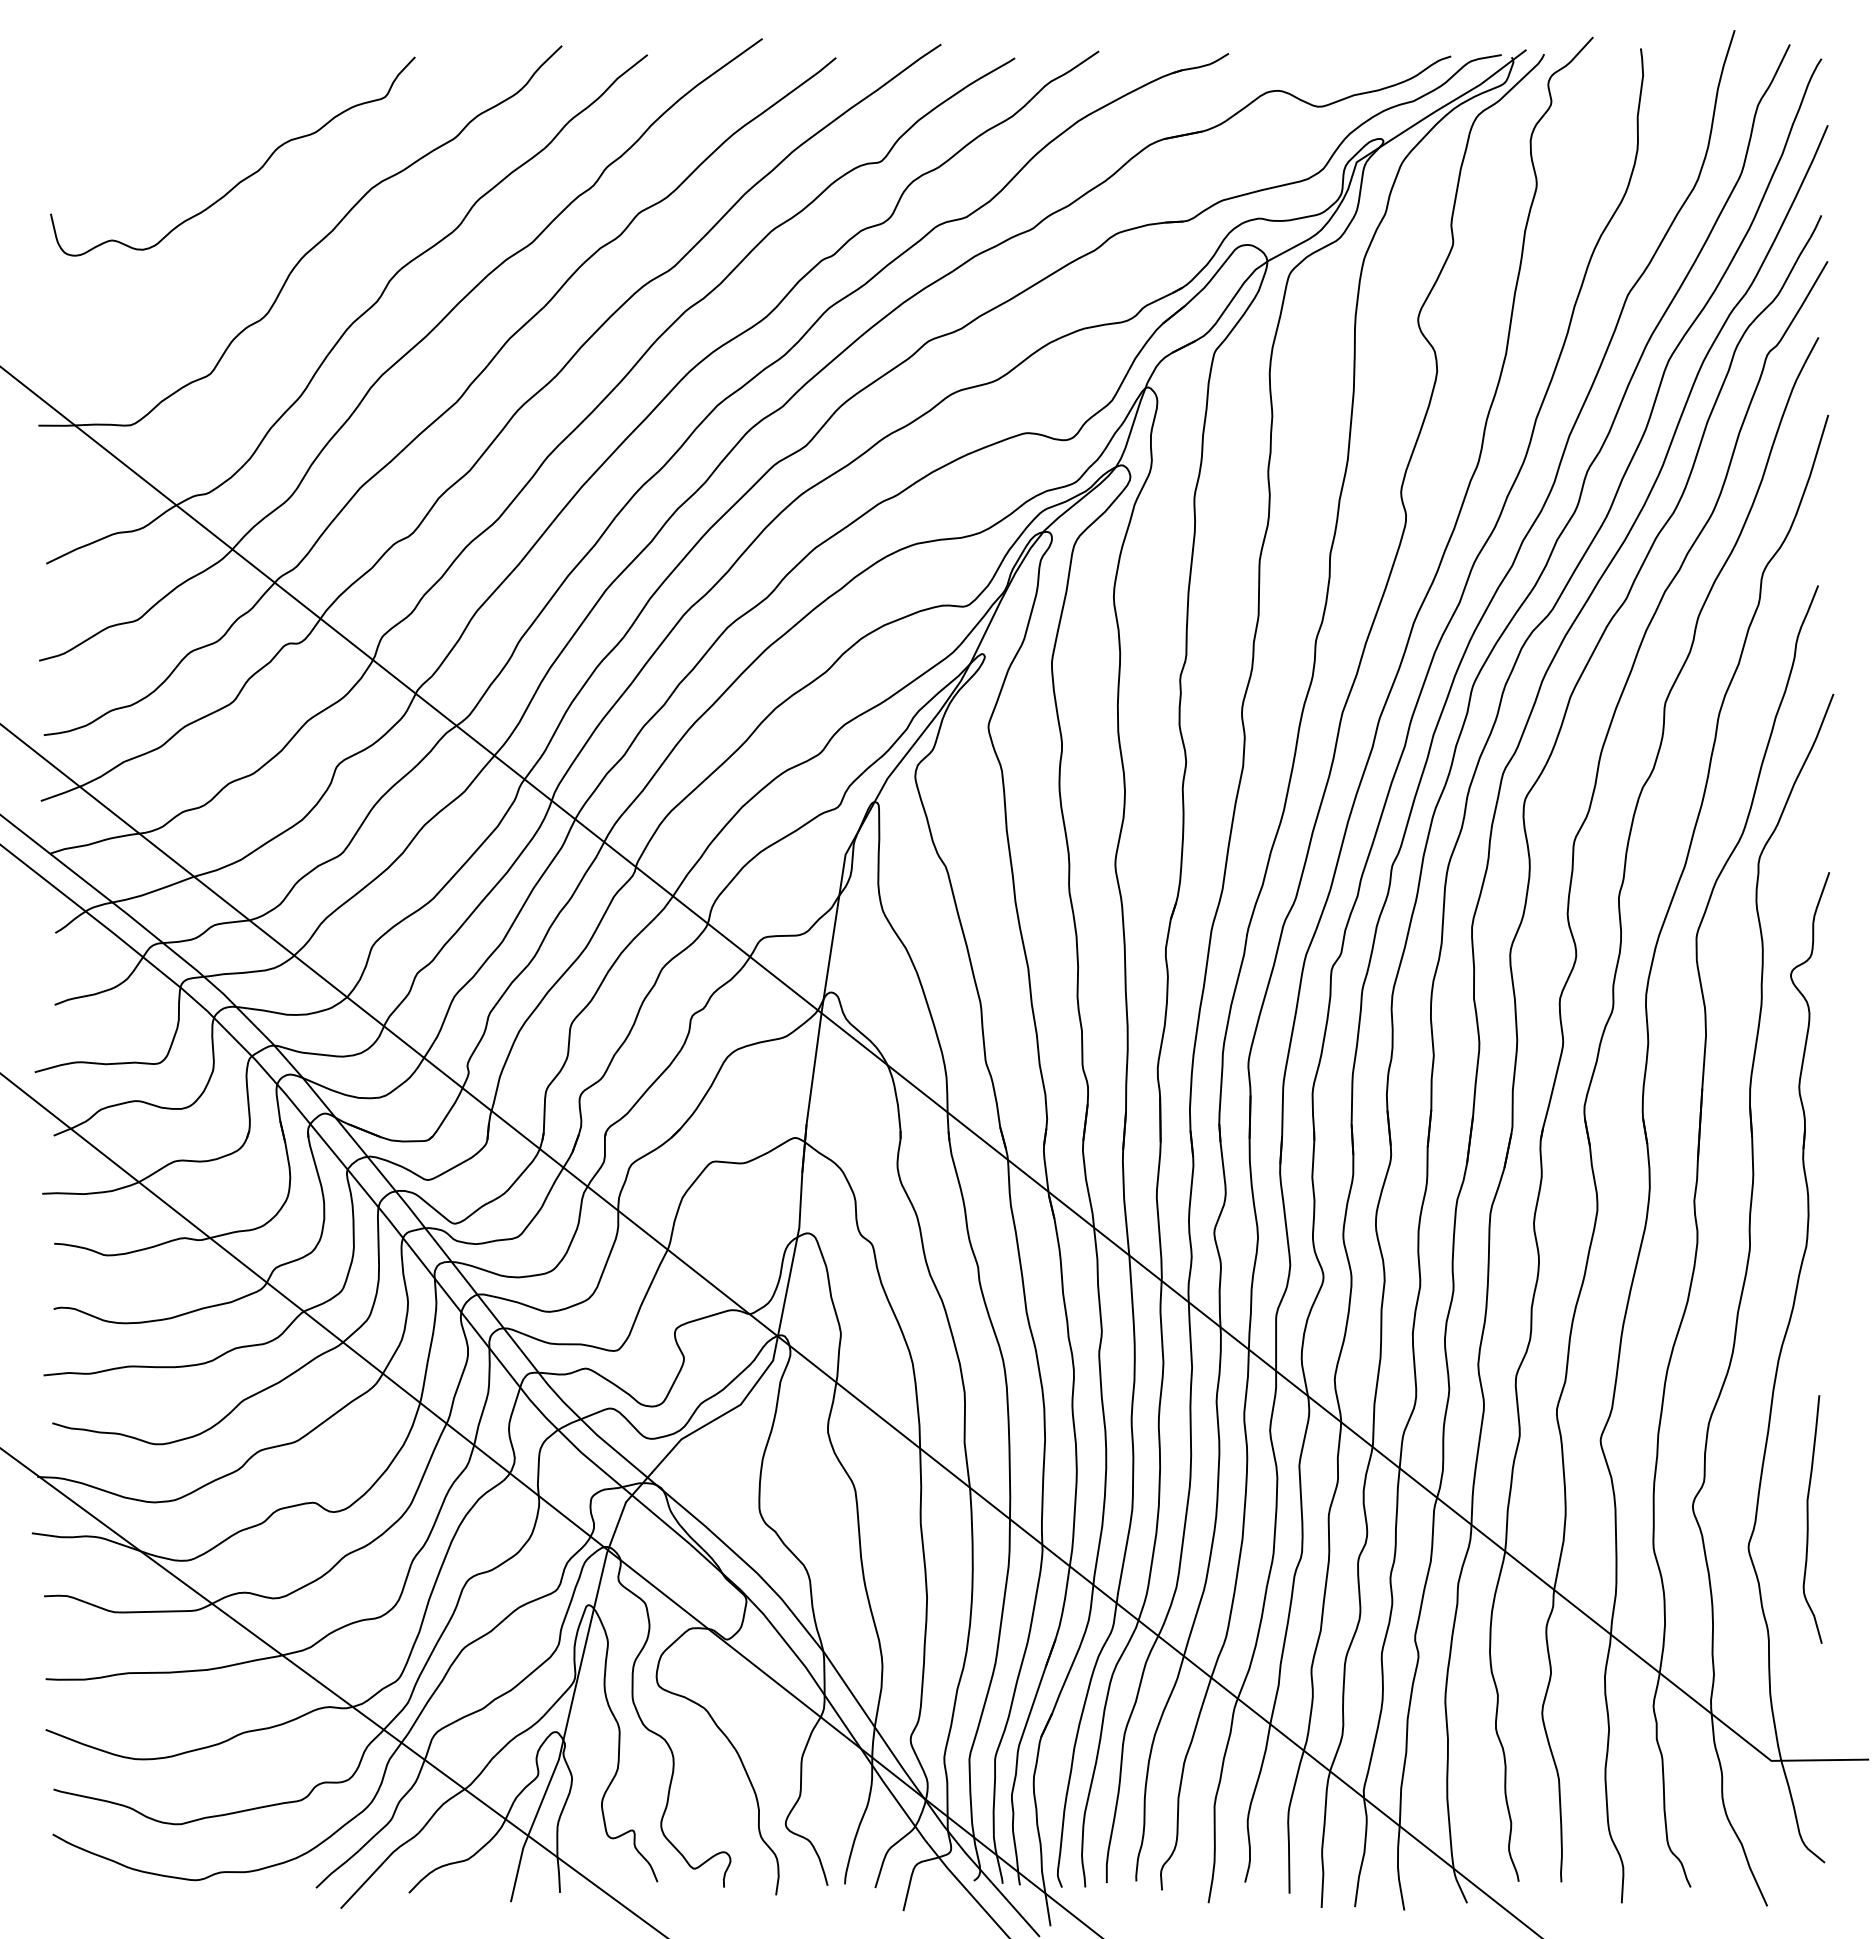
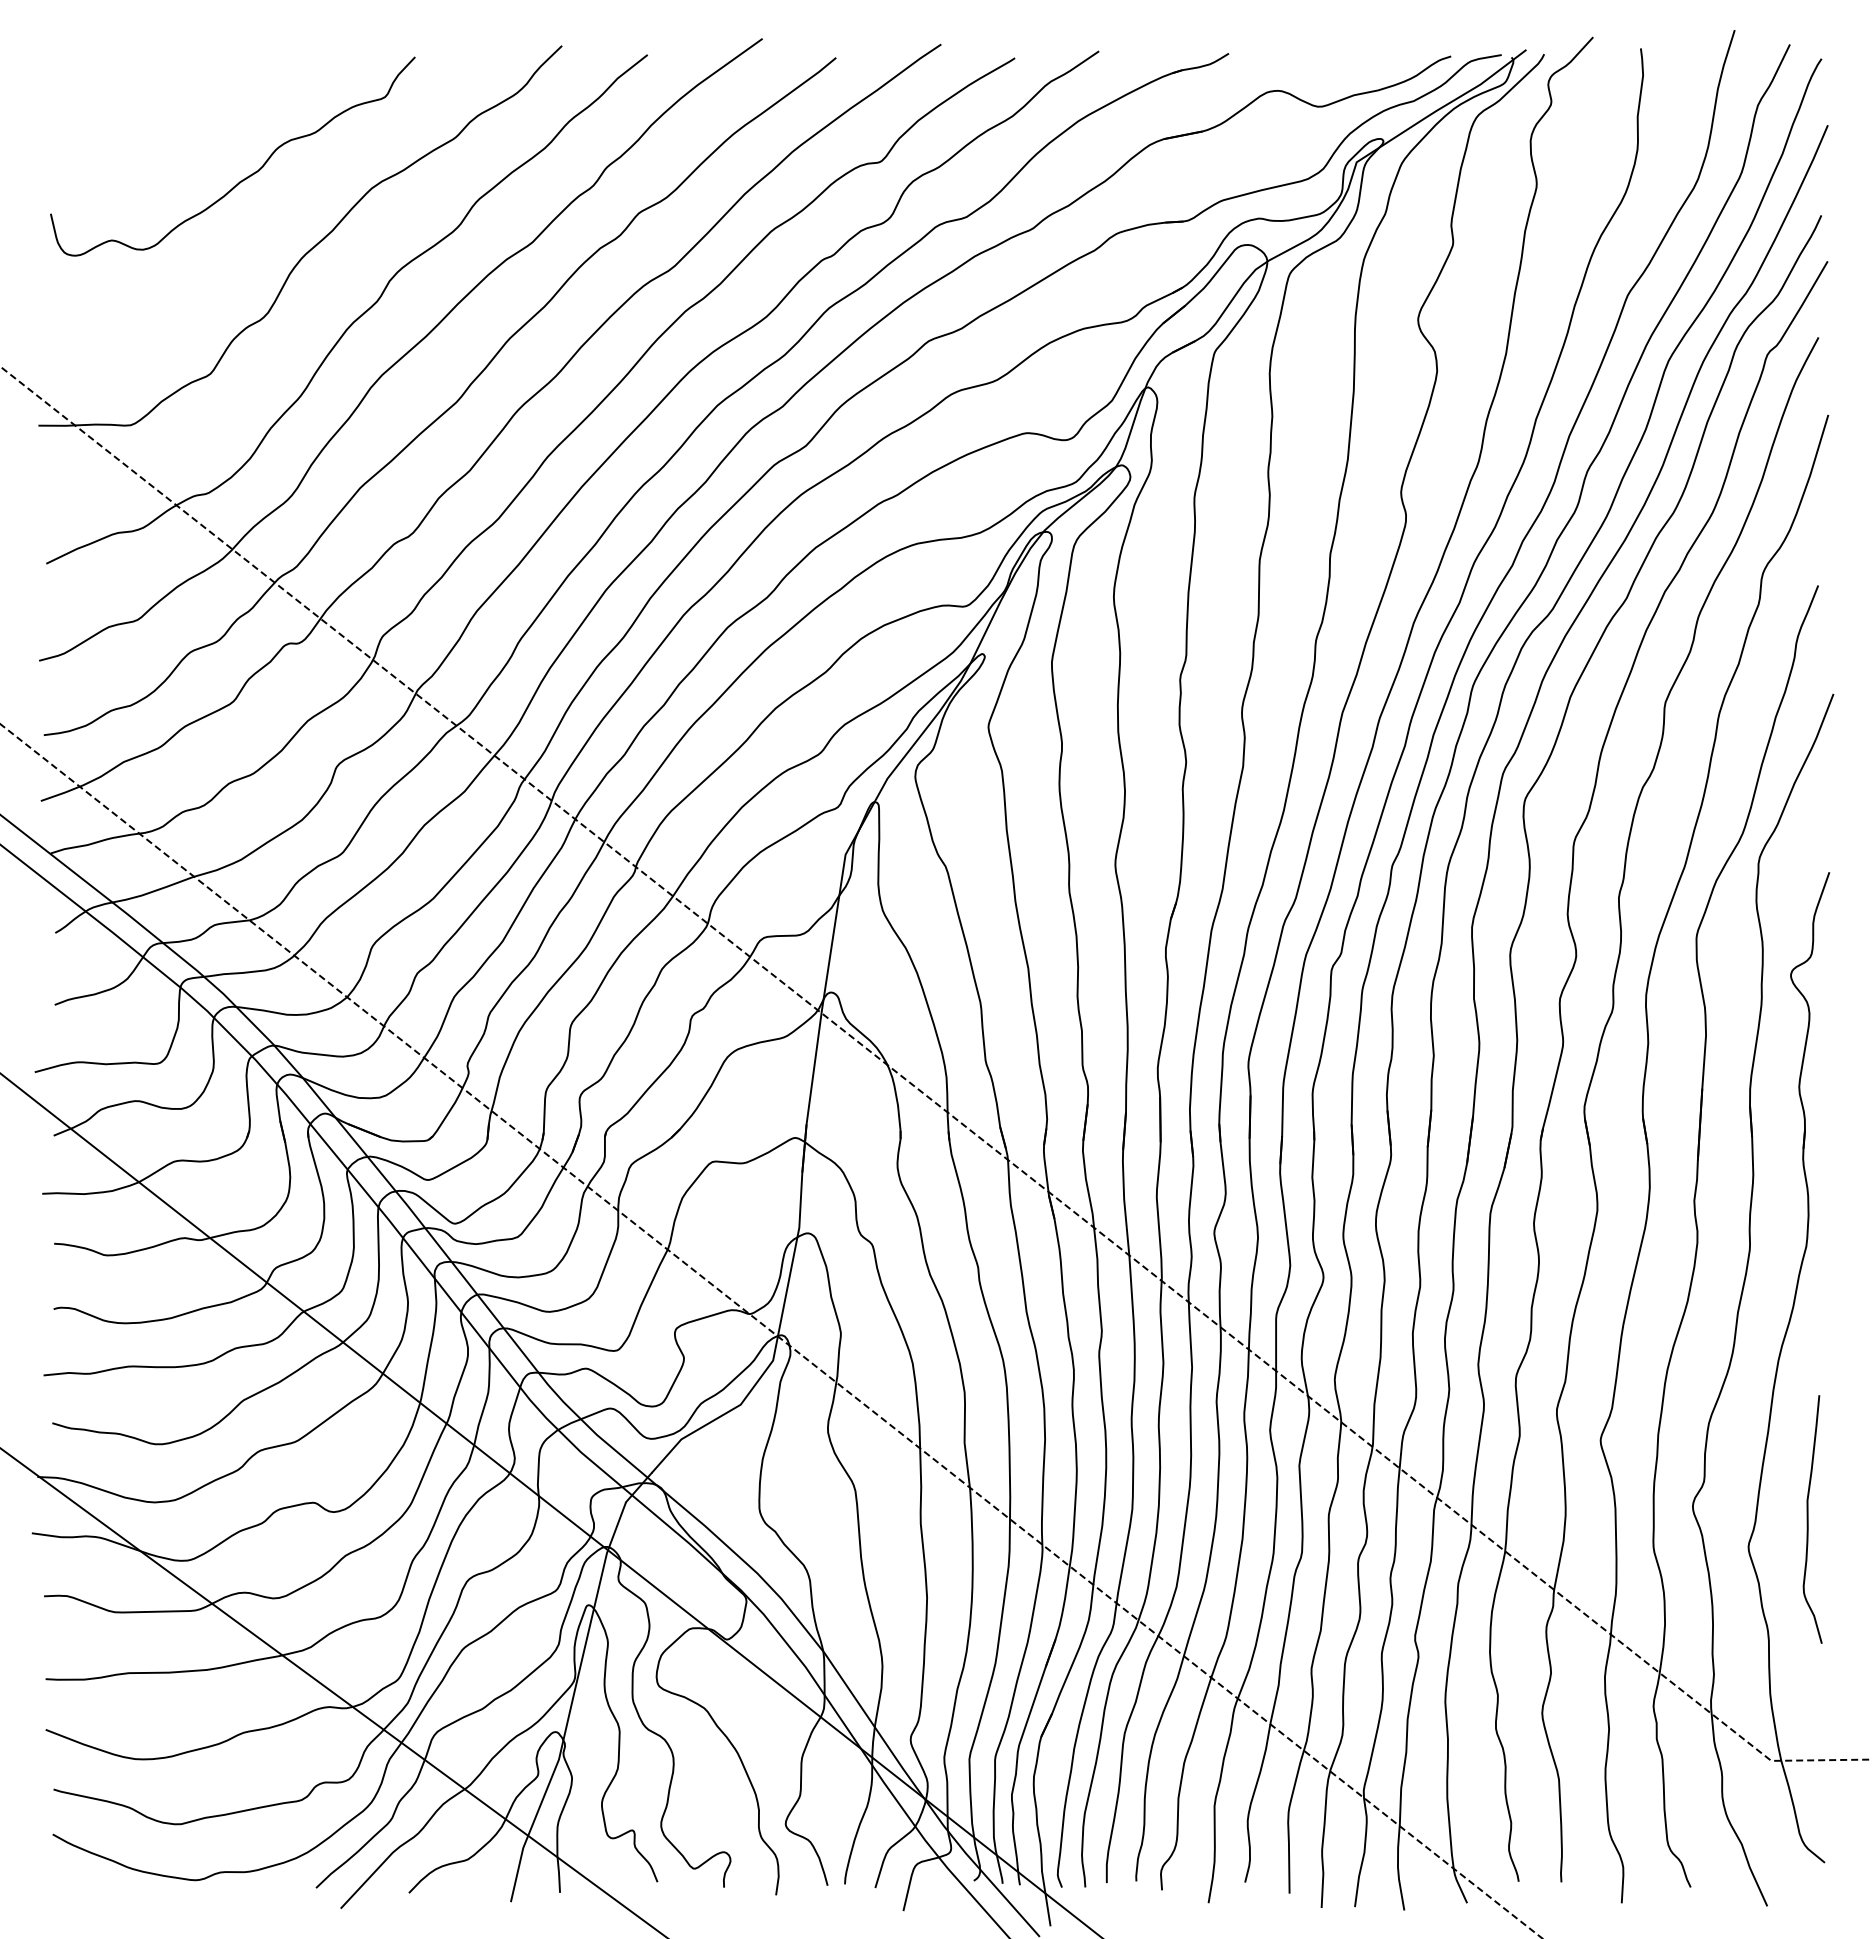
line at (924, 1094): solid -> dashed
line at (771, 1331): solid -> dashed
